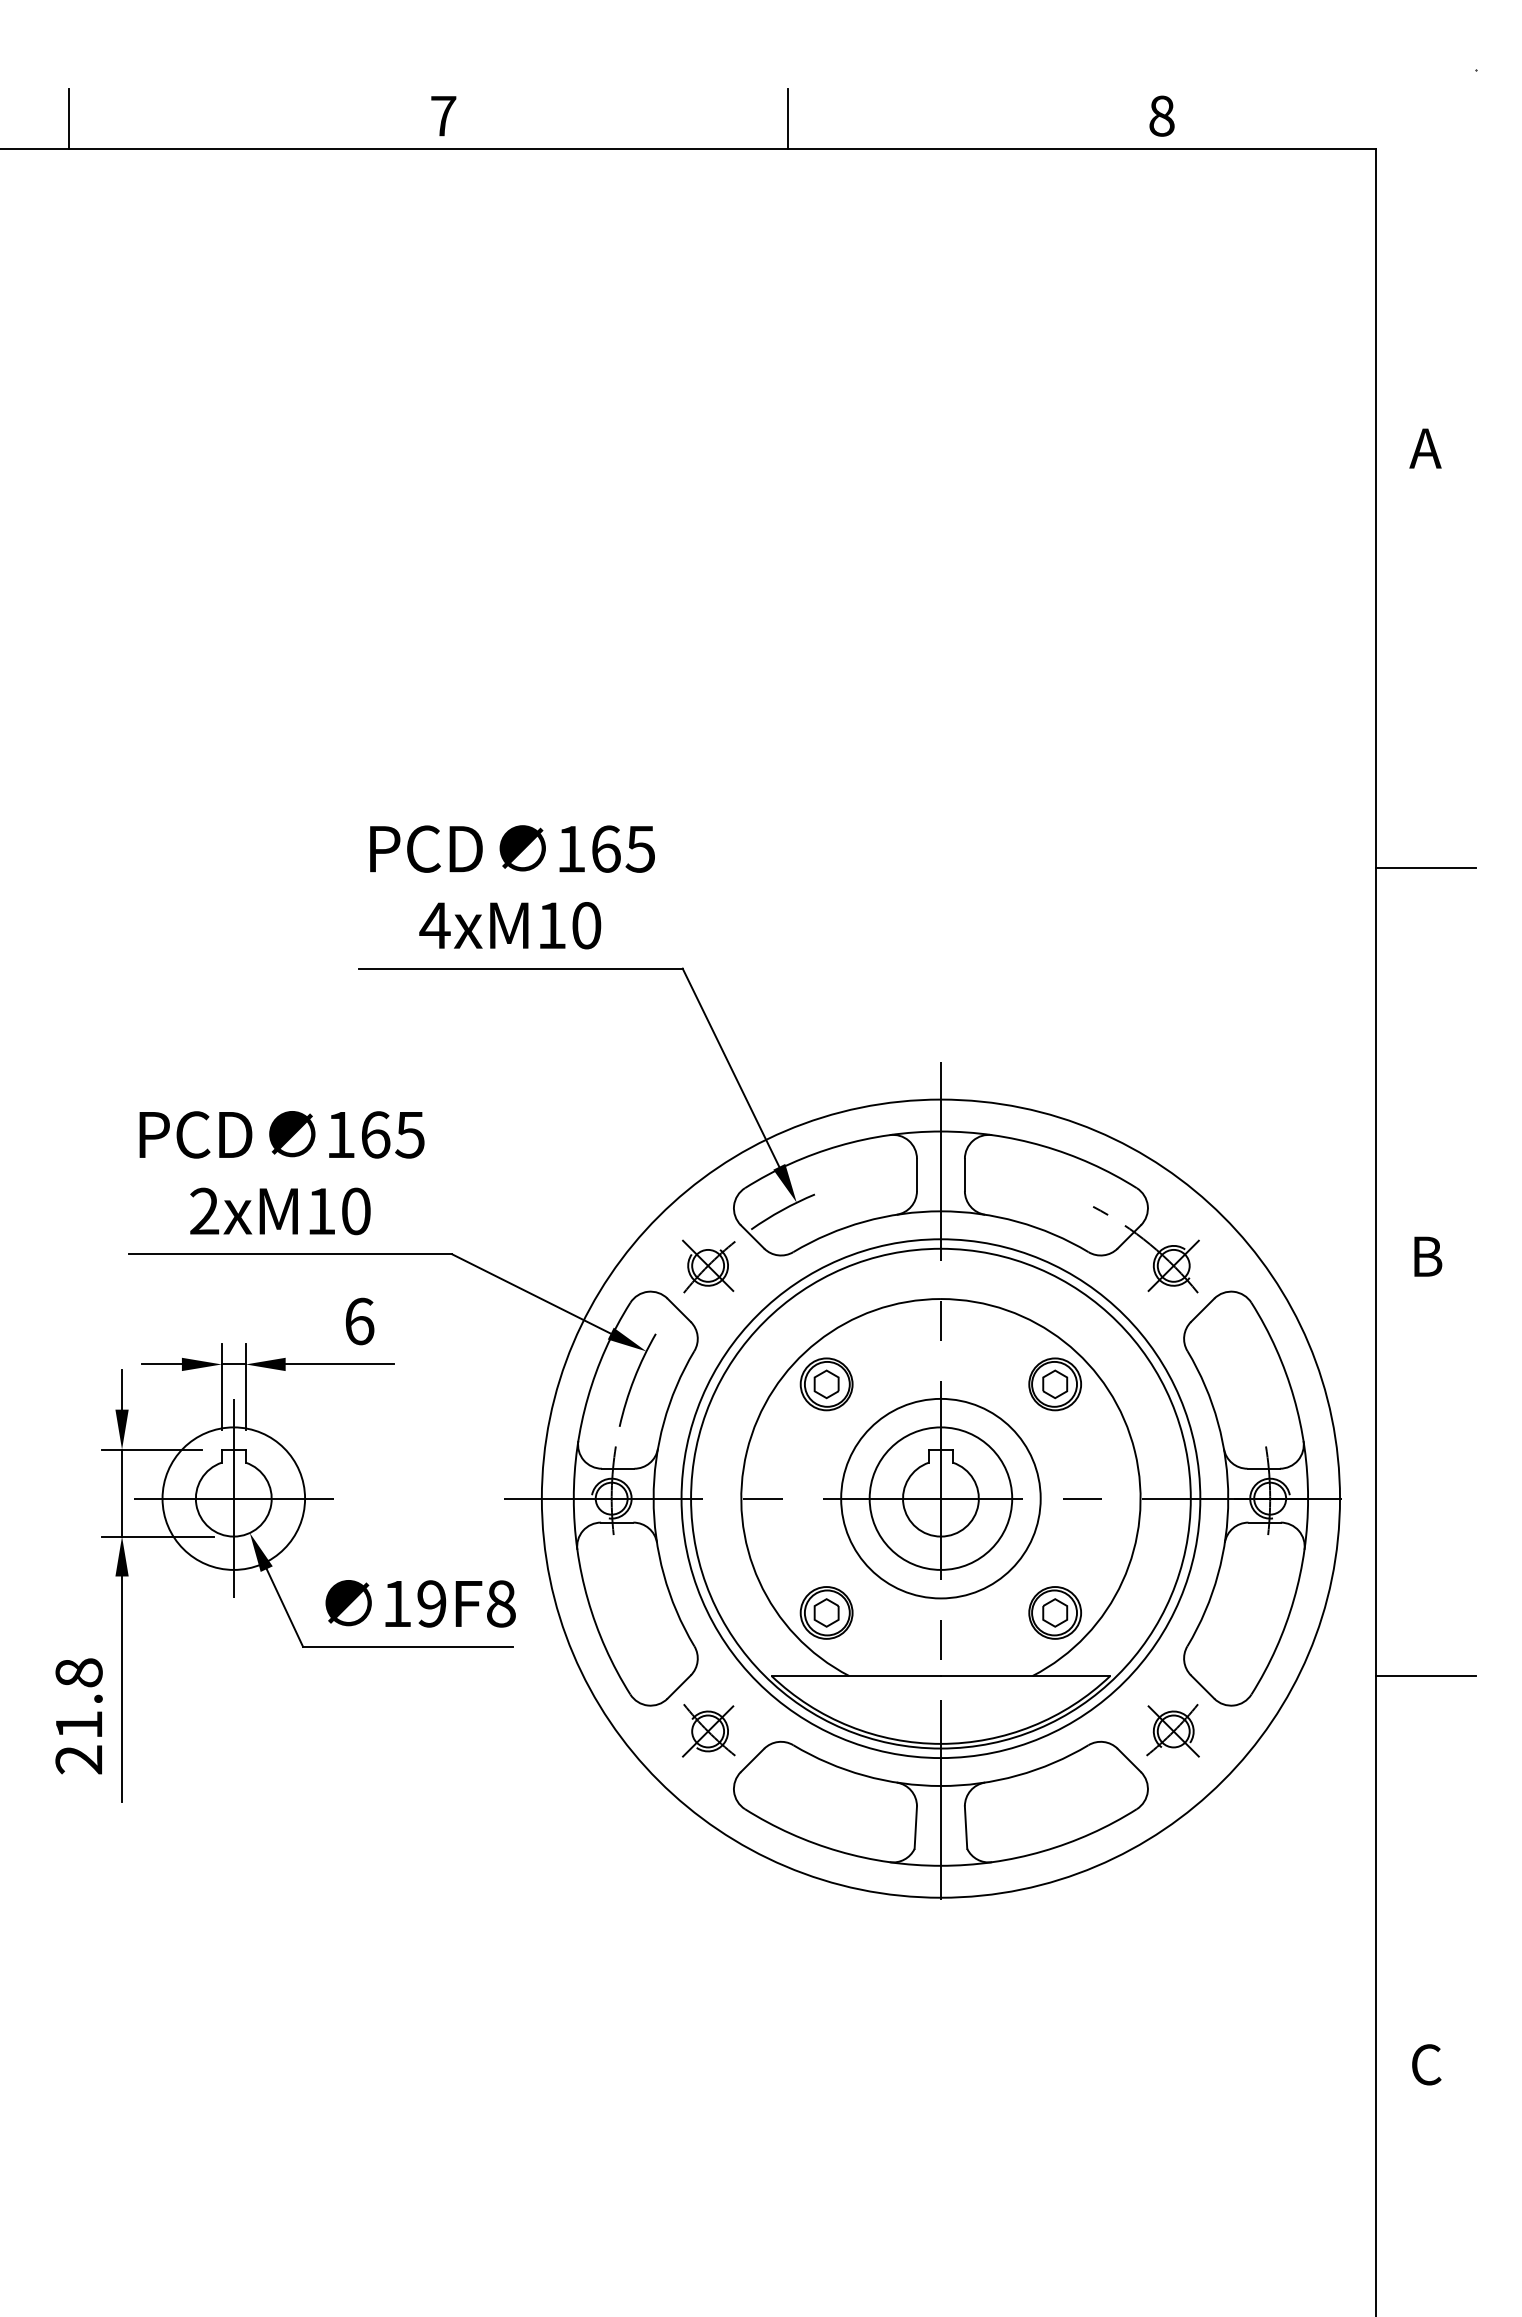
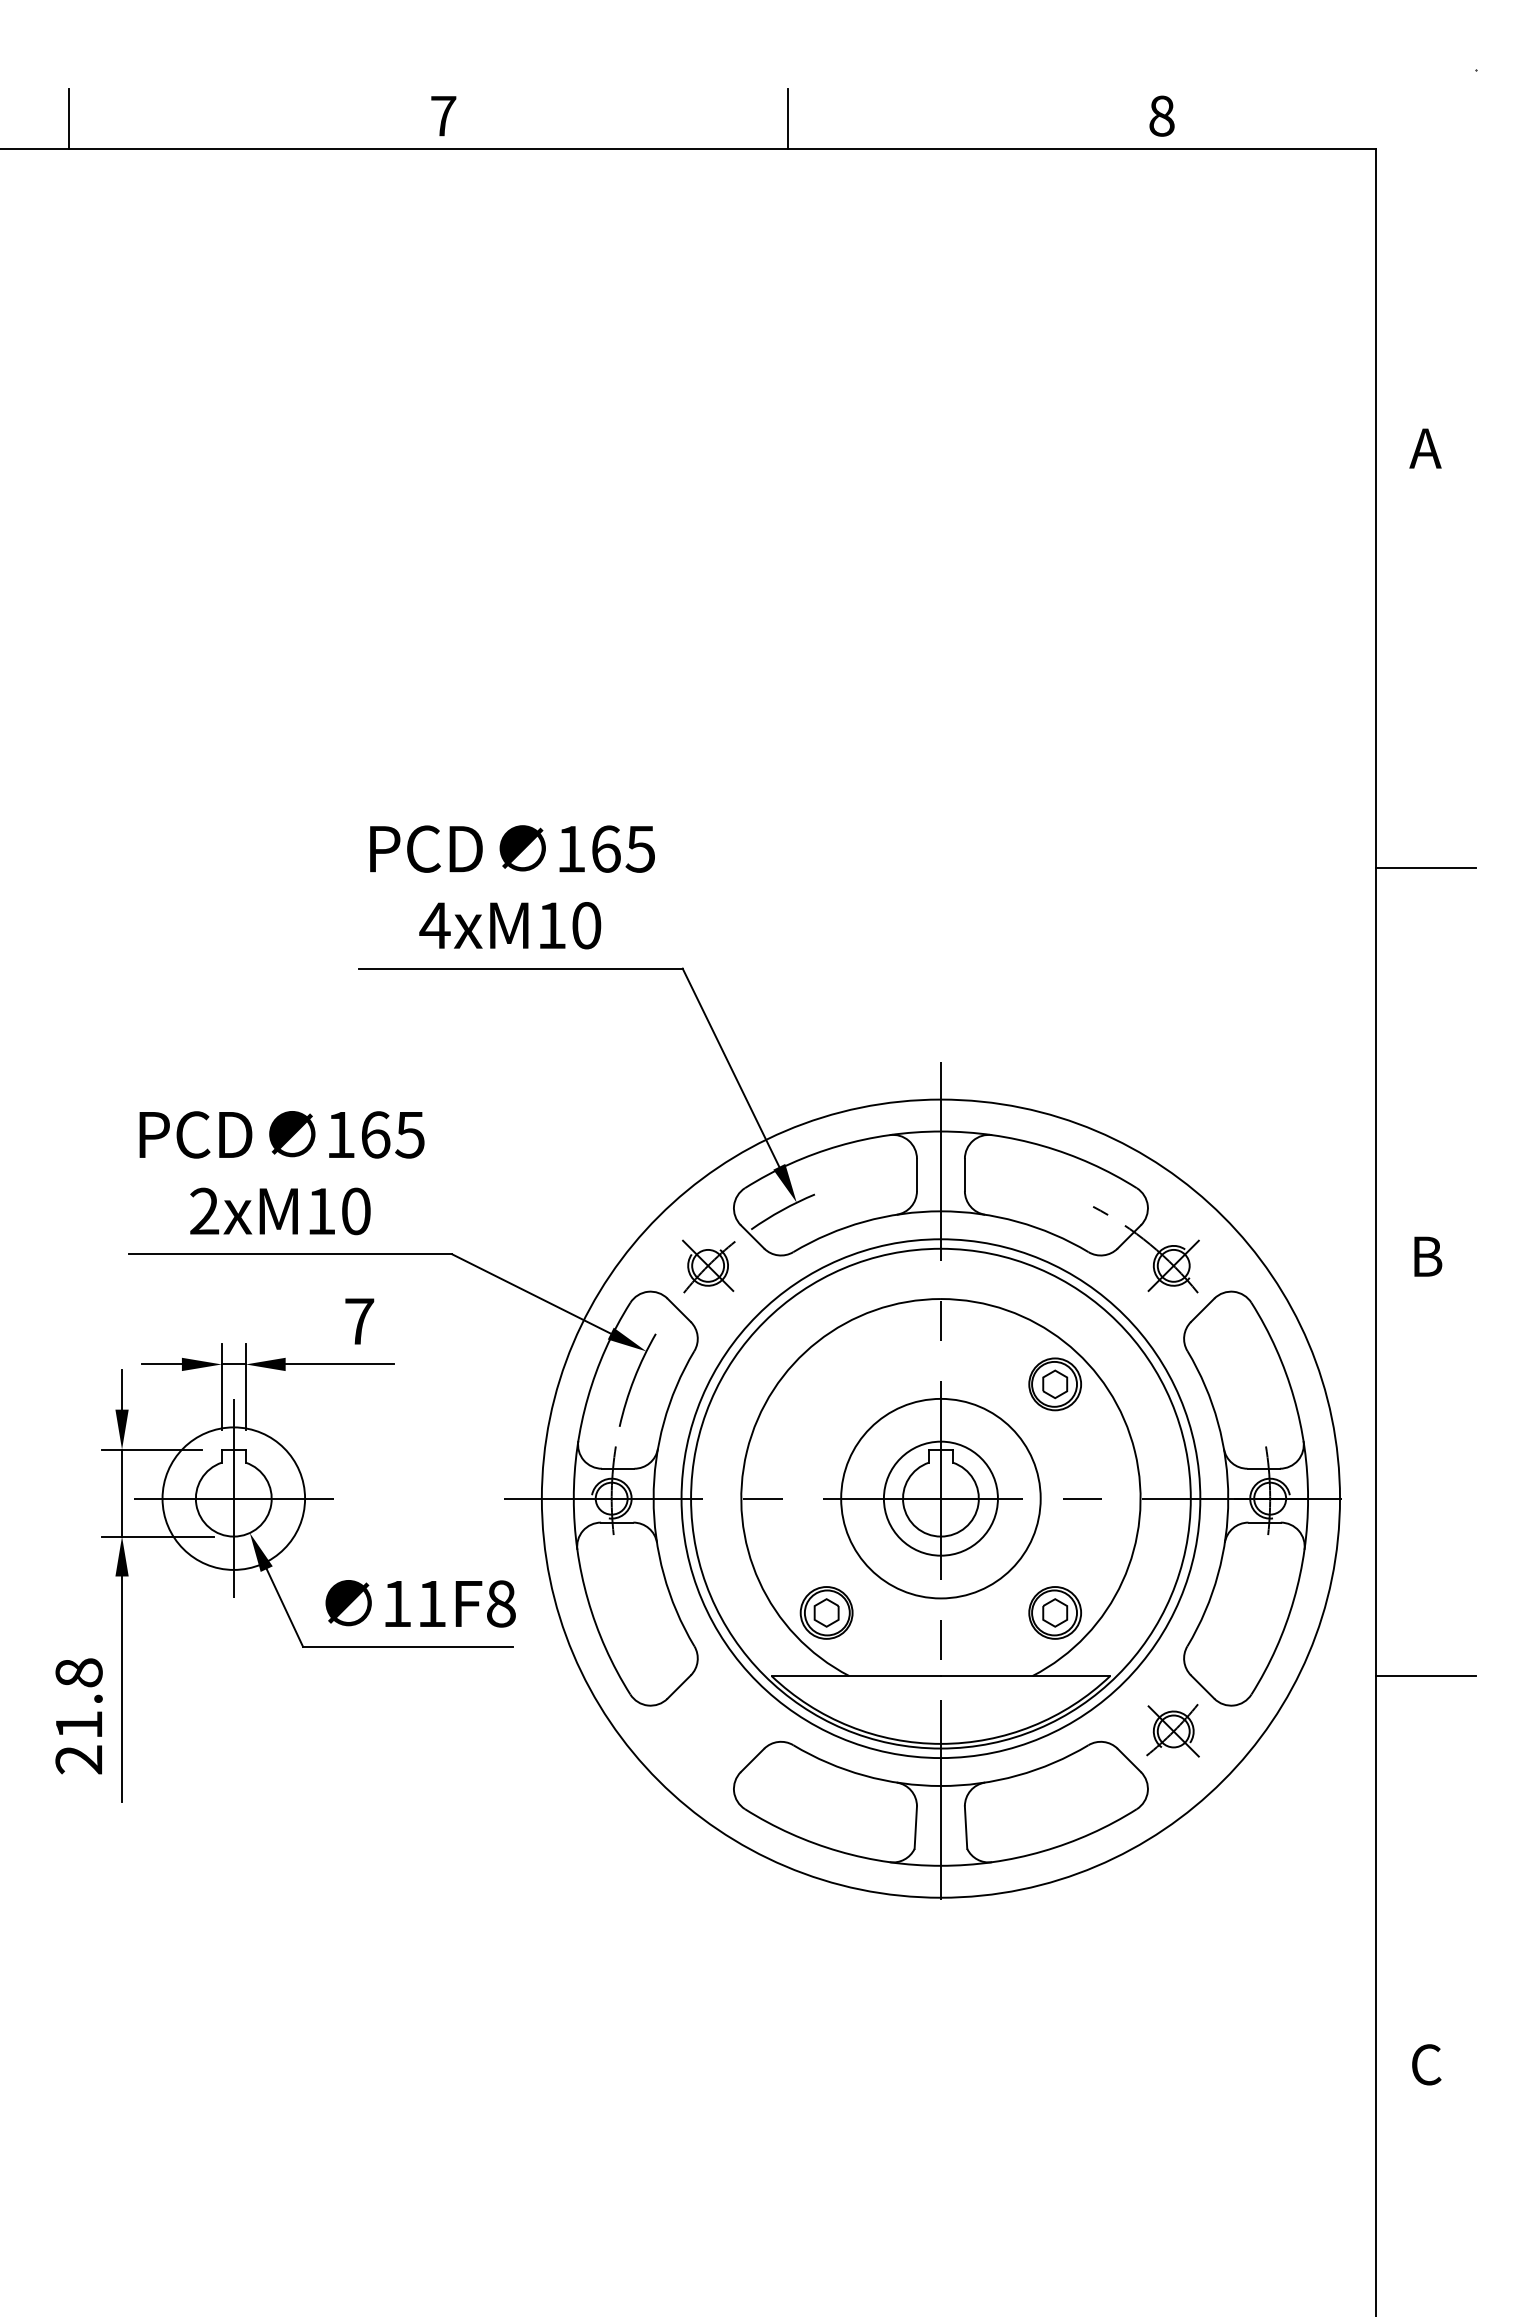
text at (359, 1321): 6 -> 7
part at (826, 1384): present -> none
circle at (940, 1498) diameter: 143 px -> 114 px
text at (431, 1603): 19F8 -> 11F8
part at (708, 1730): present -> none
